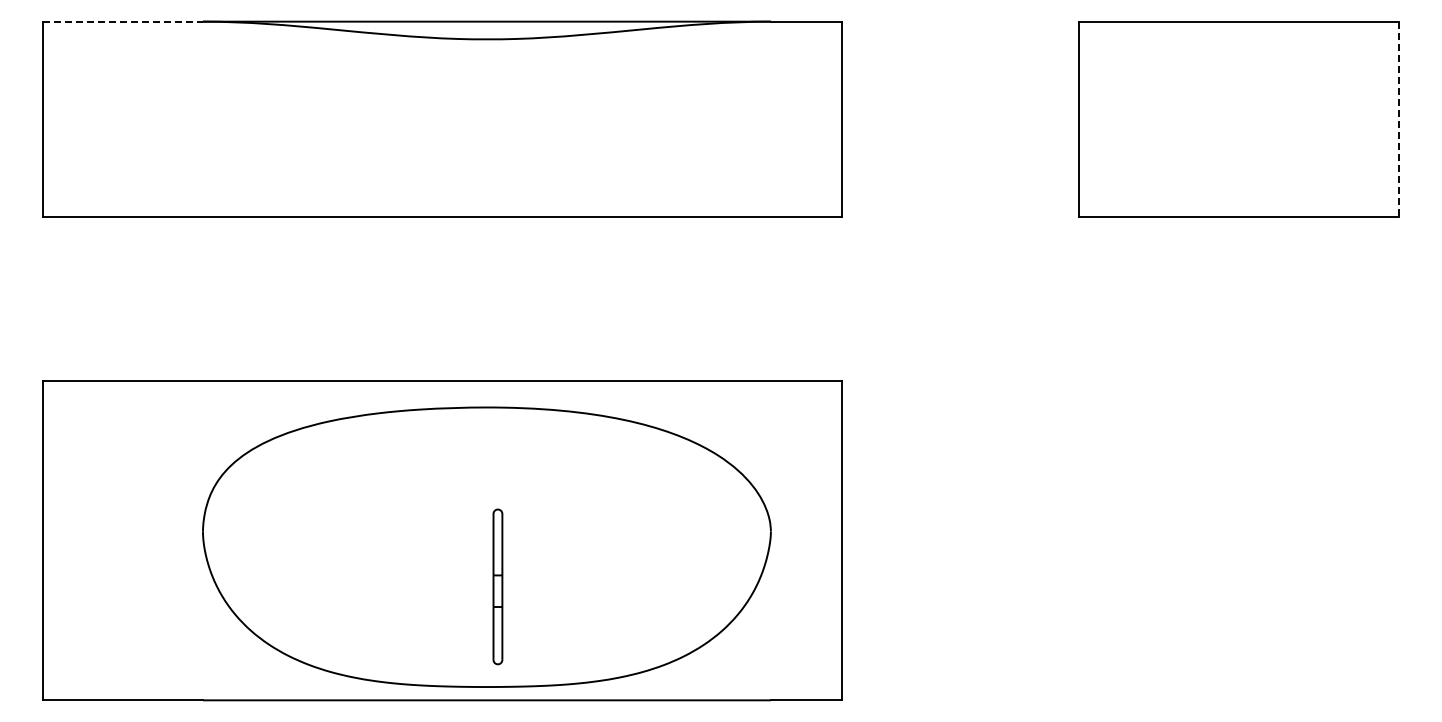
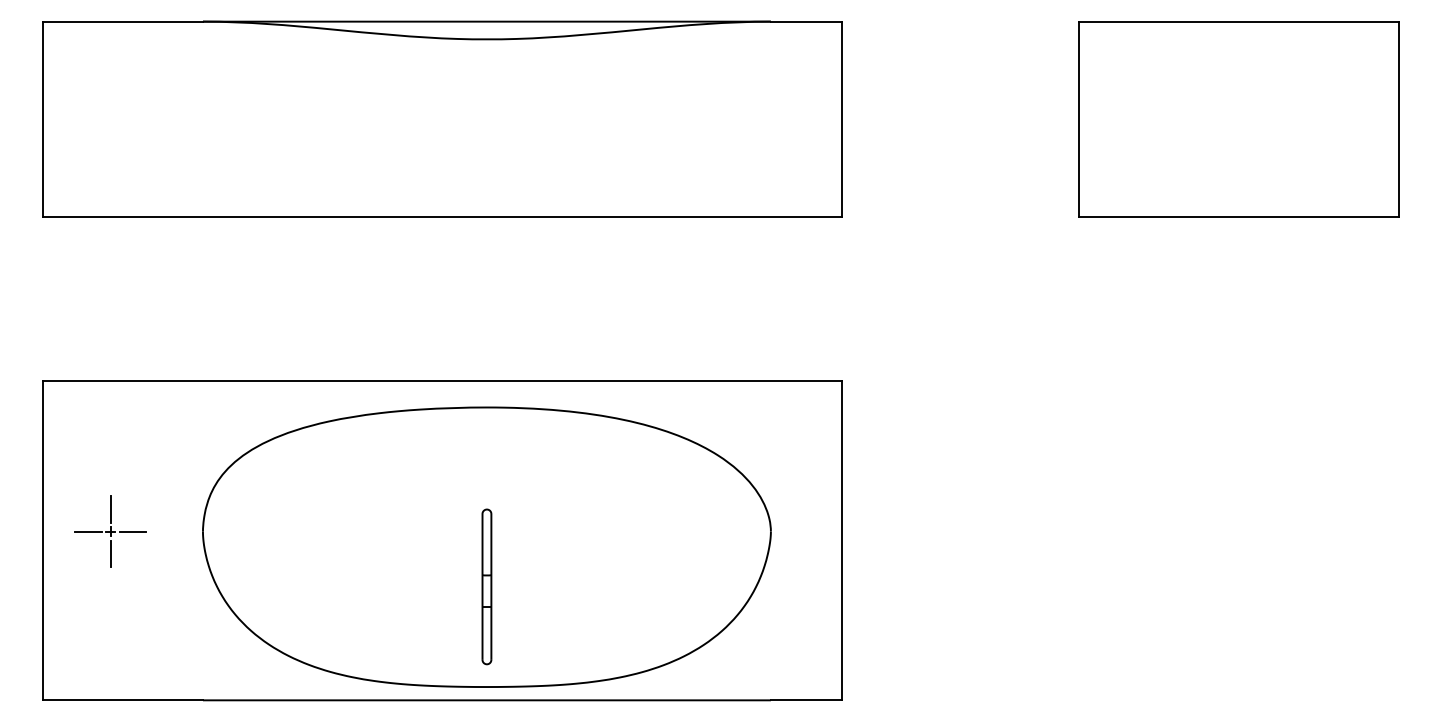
line at (123, 21): dashed -> solid
line at (1398, 119): dashed -> solid
part at (110, 531): none -> present
part at (497, 586) position: (497, 586) -> (486, 586)
